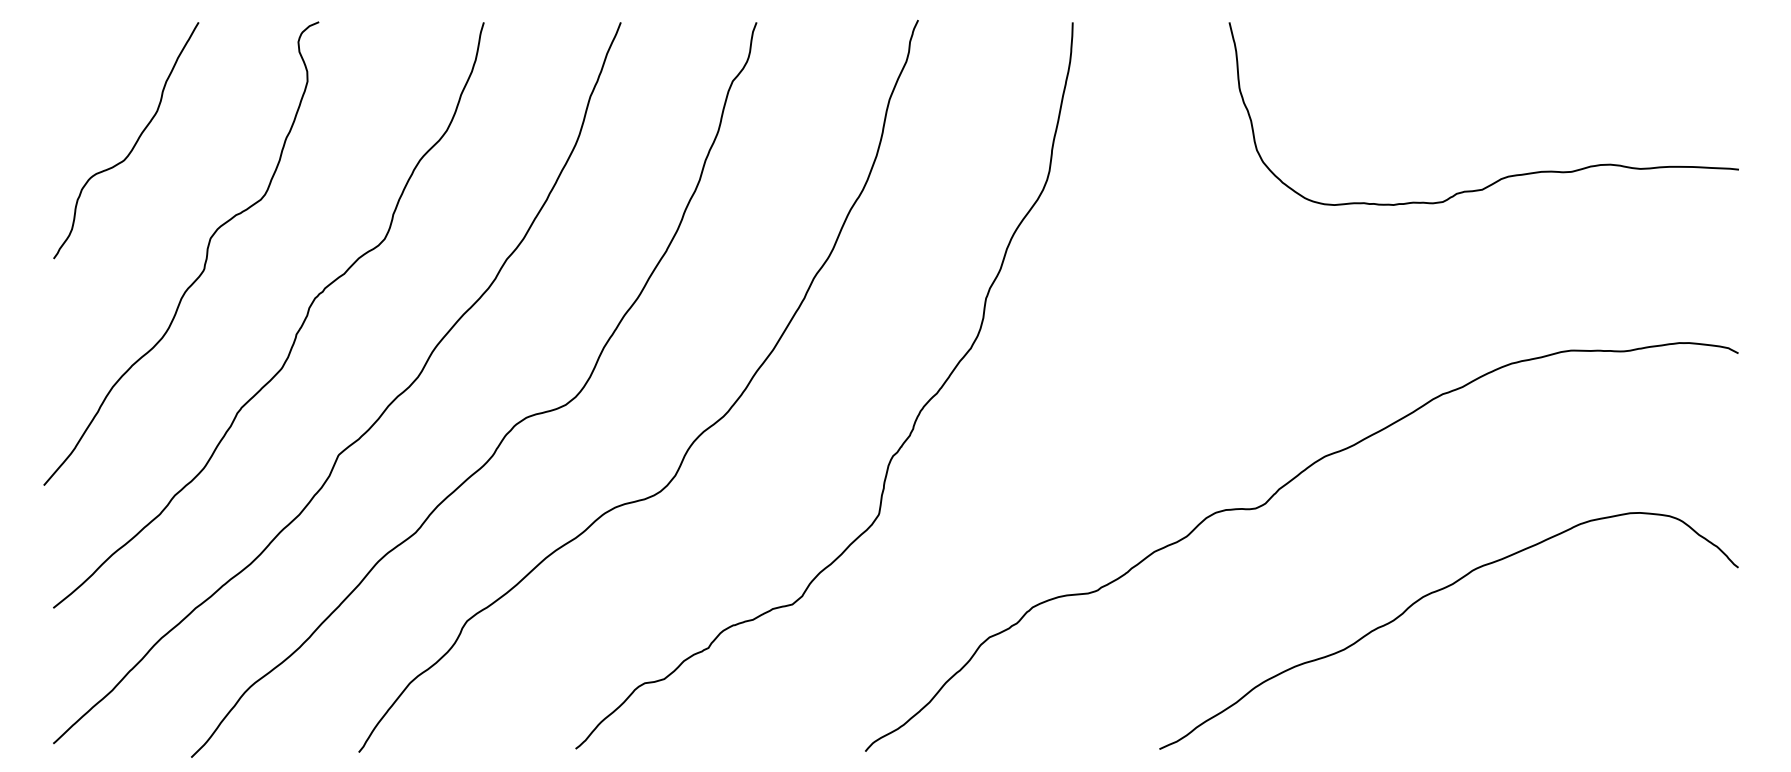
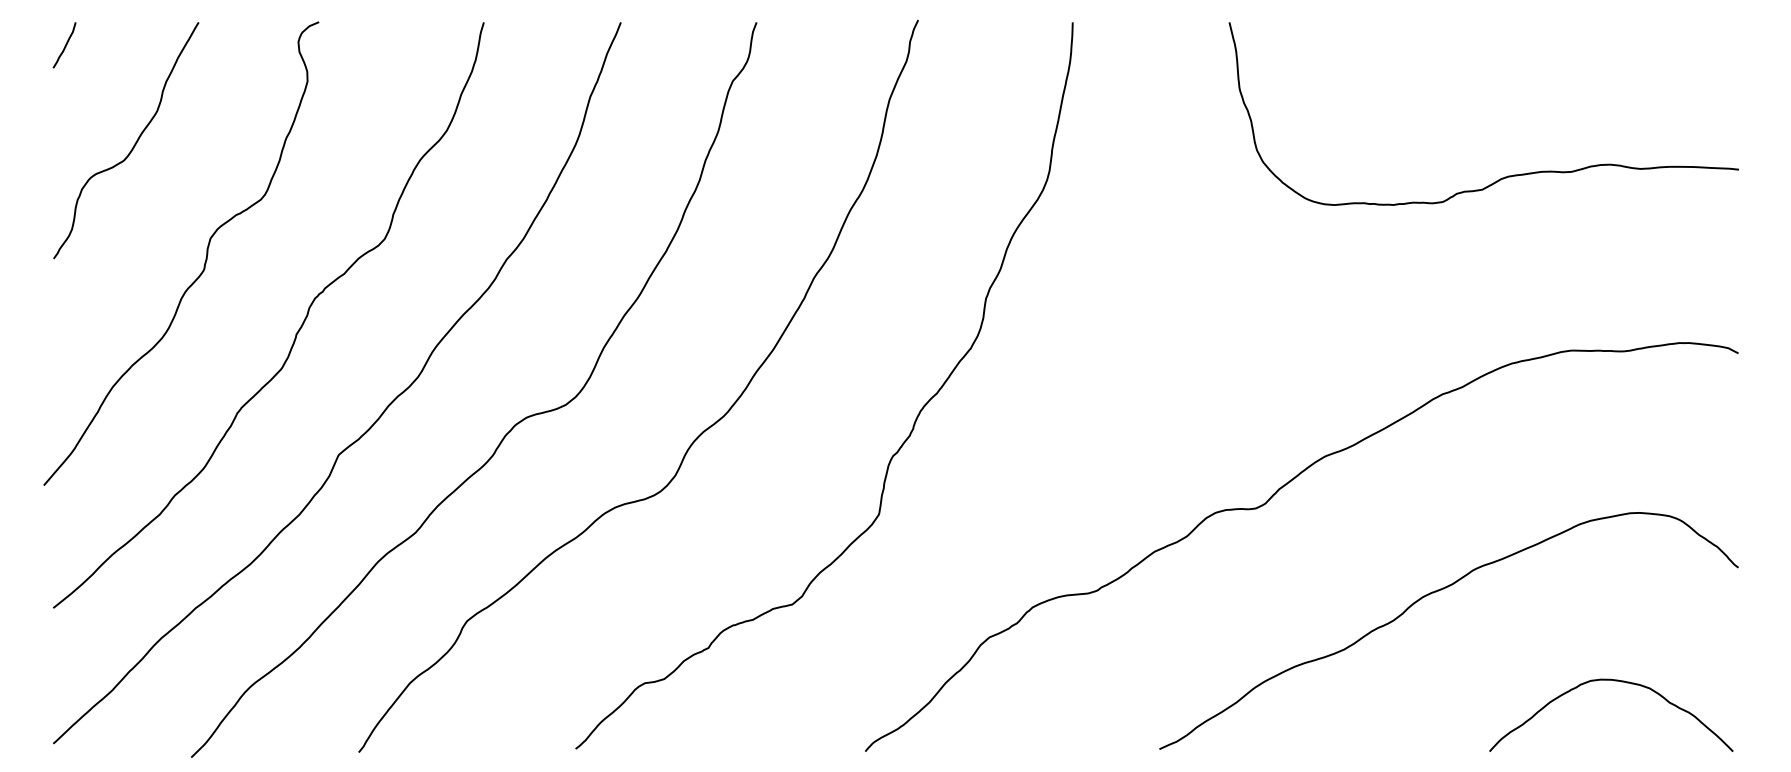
curve at (65, 45): none -> present
curve at (1614, 681): none -> present
